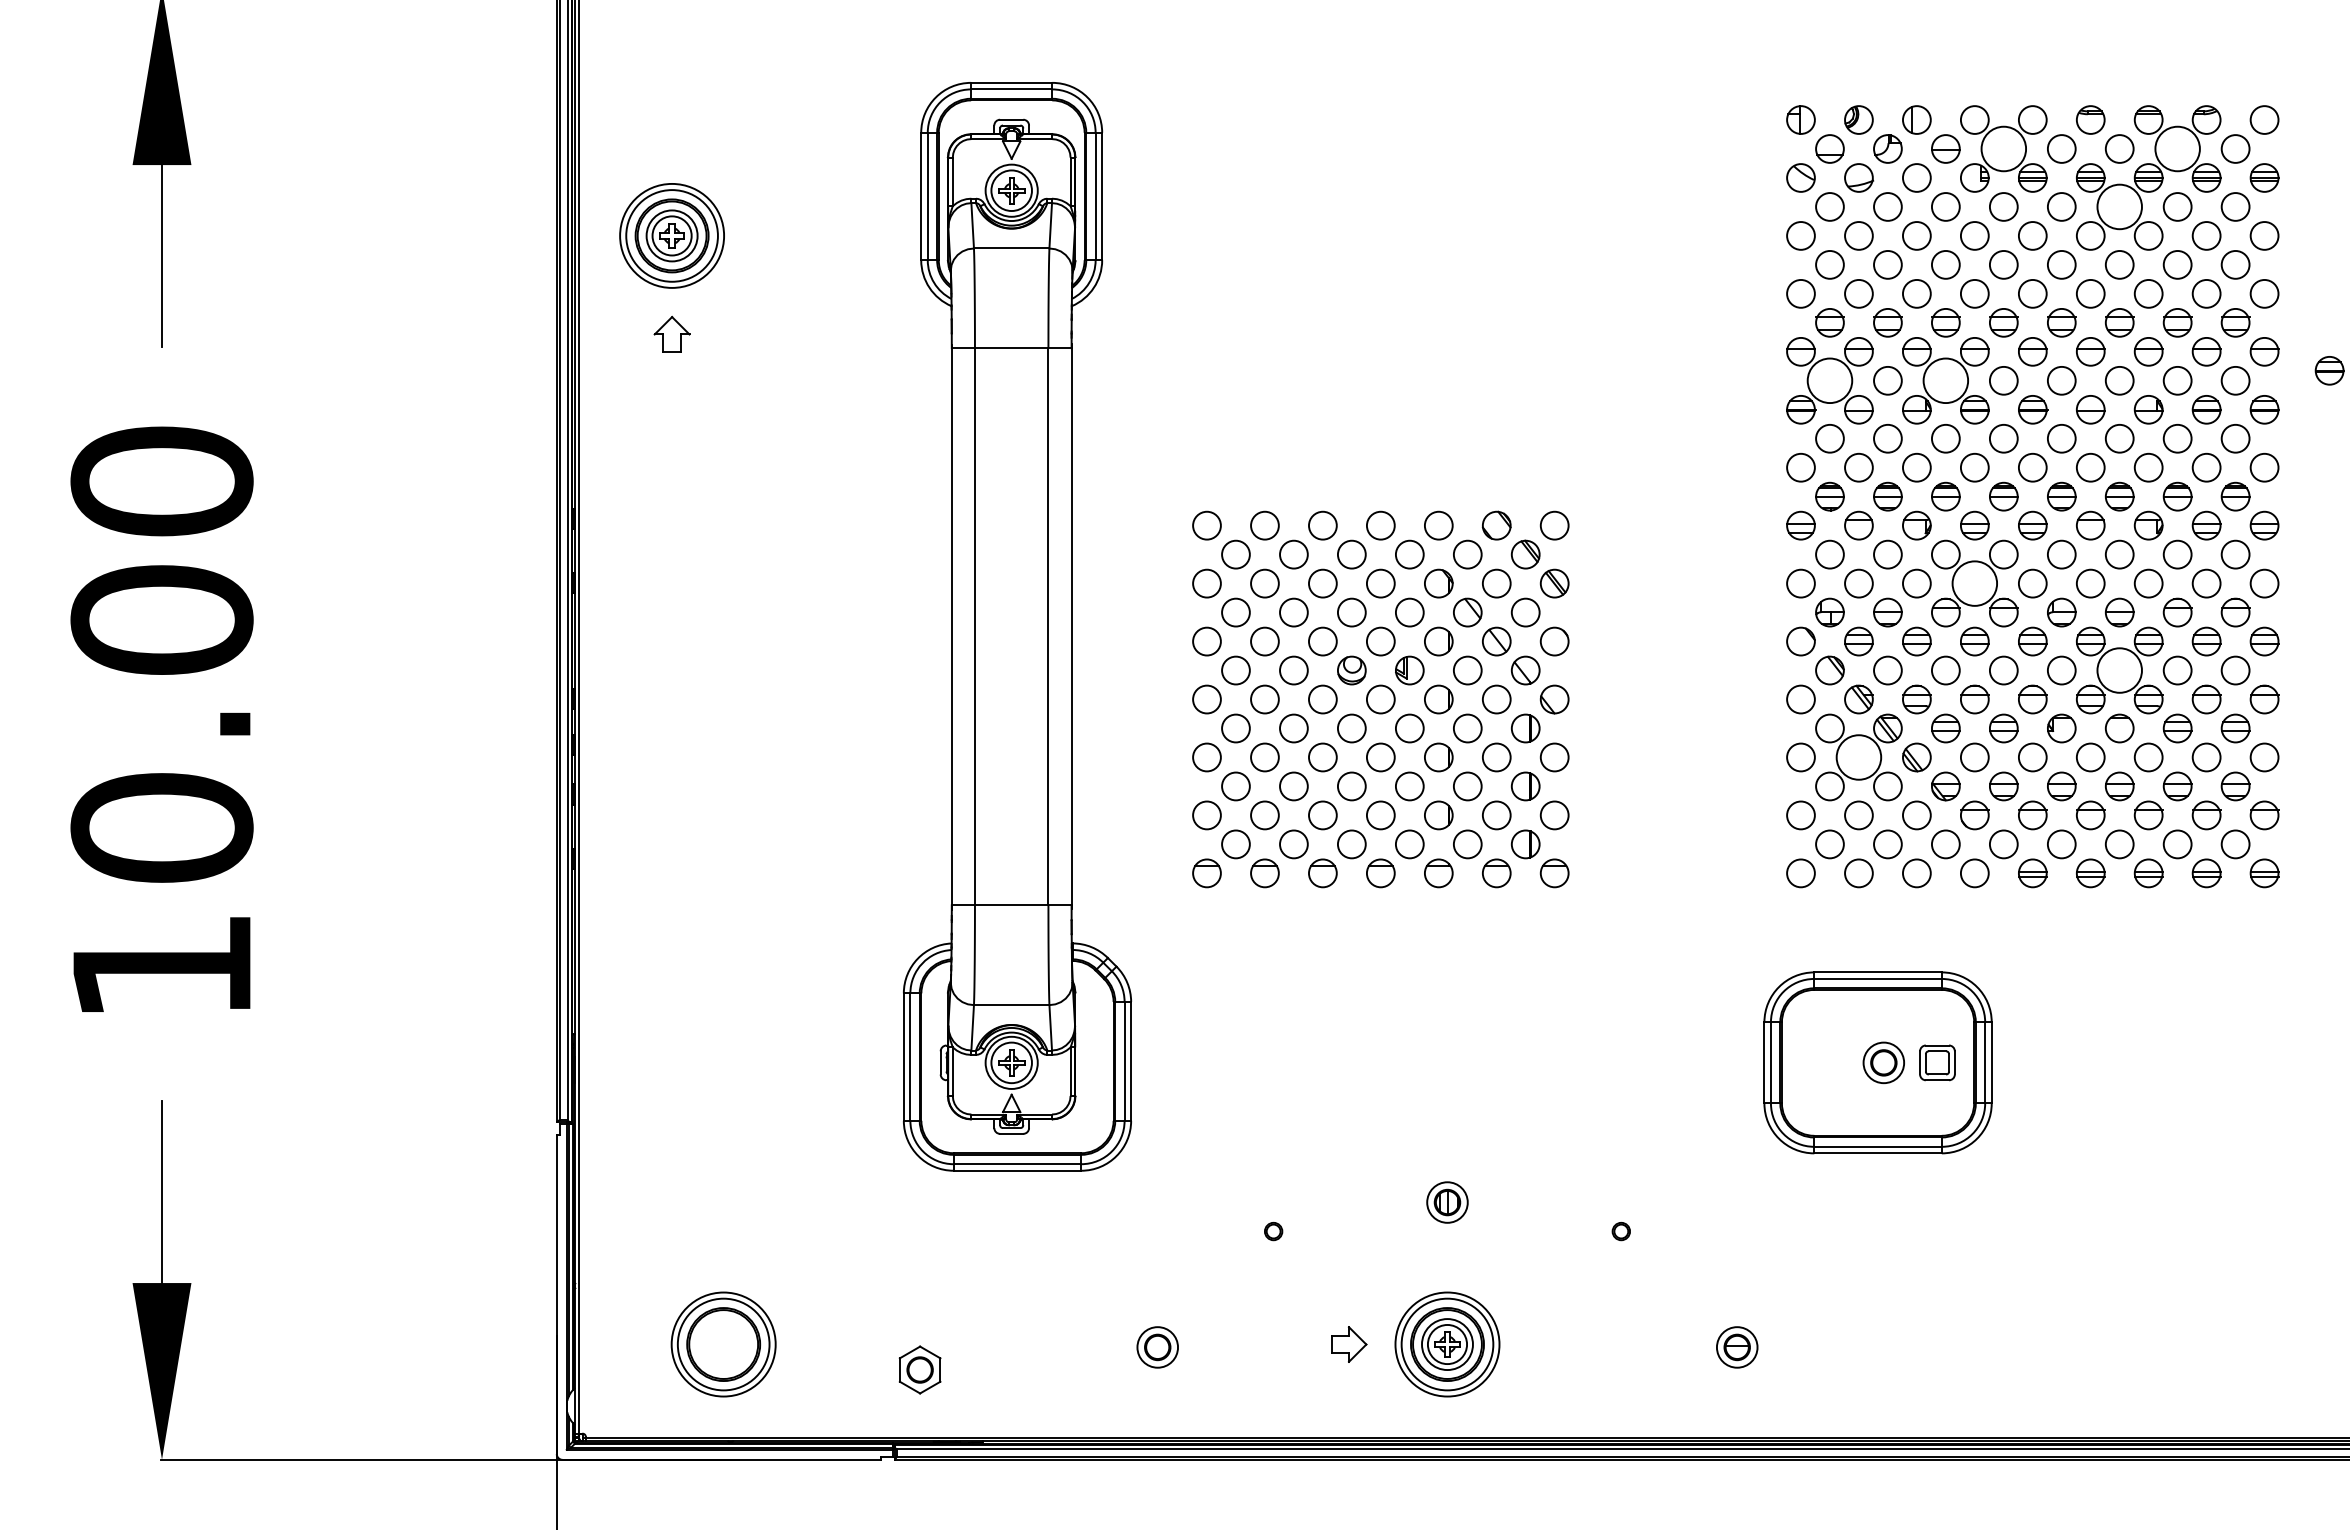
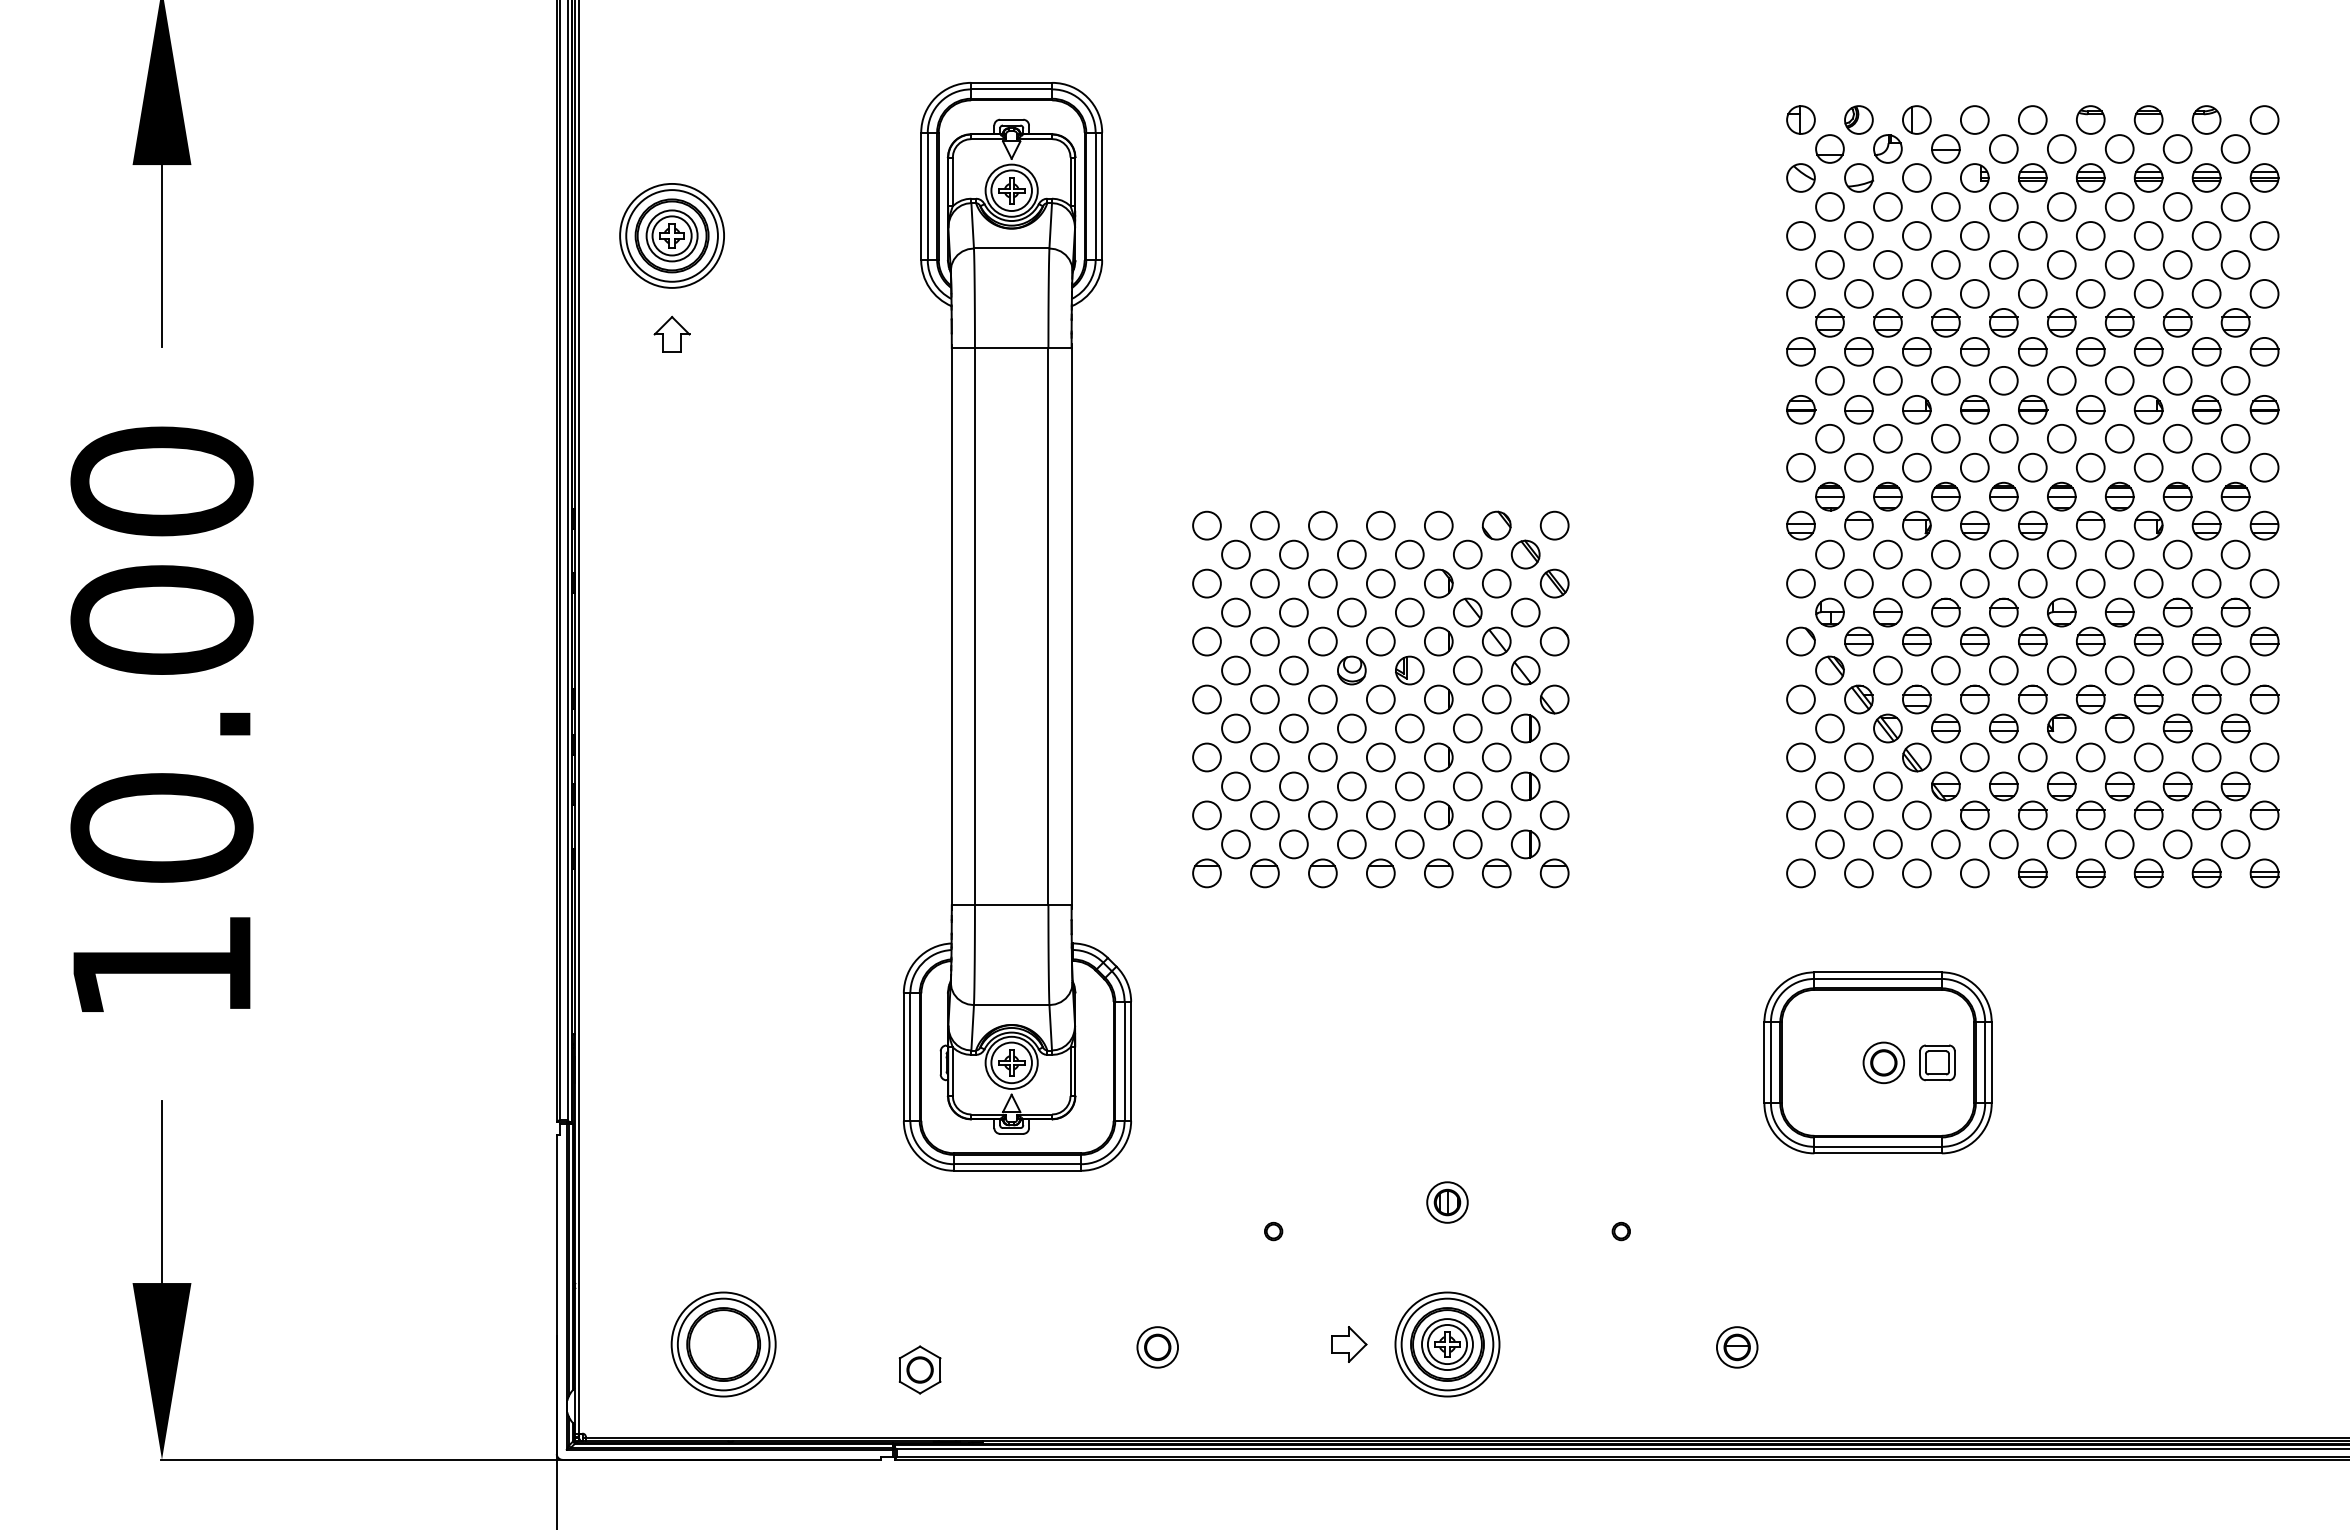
circle at (2003, 148) diameter: 45 px -> 28 px
circle at (2177, 148) diameter: 45 px -> 28 px
circle at (2119, 206) diameter: 45 px -> 28 px
part at (2329, 370): present -> none
circle at (1829, 380) diameter: 45 px -> 28 px
circle at (1945, 380) diameter: 45 px -> 28 px
circle at (1974, 583) diameter: 45 px -> 28 px
circle at (2119, 670) diameter: 45 px -> 28 px
circle at (1858, 757) diameter: 45 px -> 28 px
